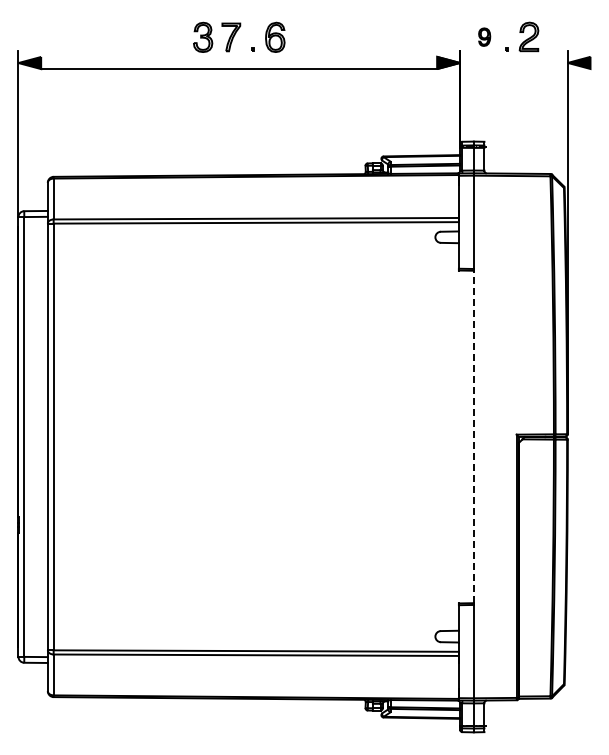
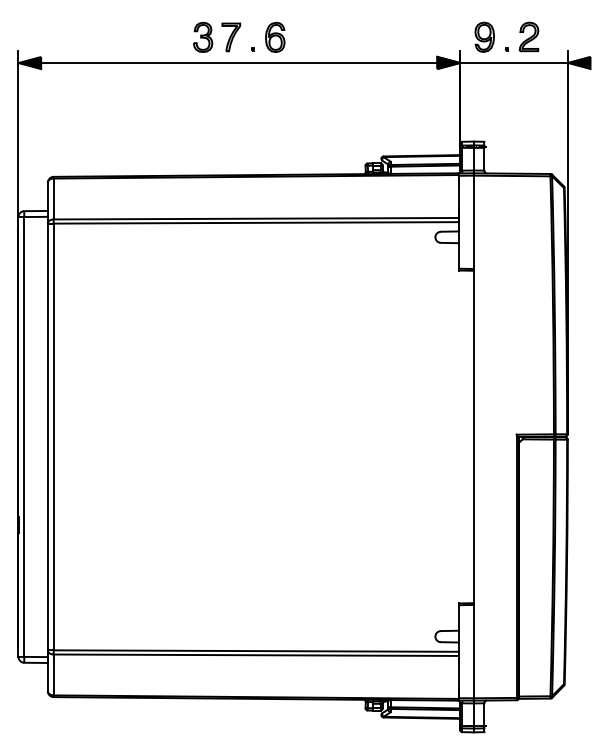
part at (484, 36) size: 14x20 px -> 21x32 px
line at (513, 62): none -> present
line at (239, 69) position: (239, 69) -> (239, 63)
line at (473, 436): dashed -> solid
